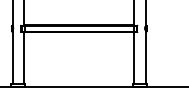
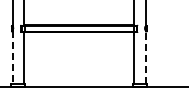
line at (146, 57): solid -> dashed
line at (12, 58): solid -> dashed
